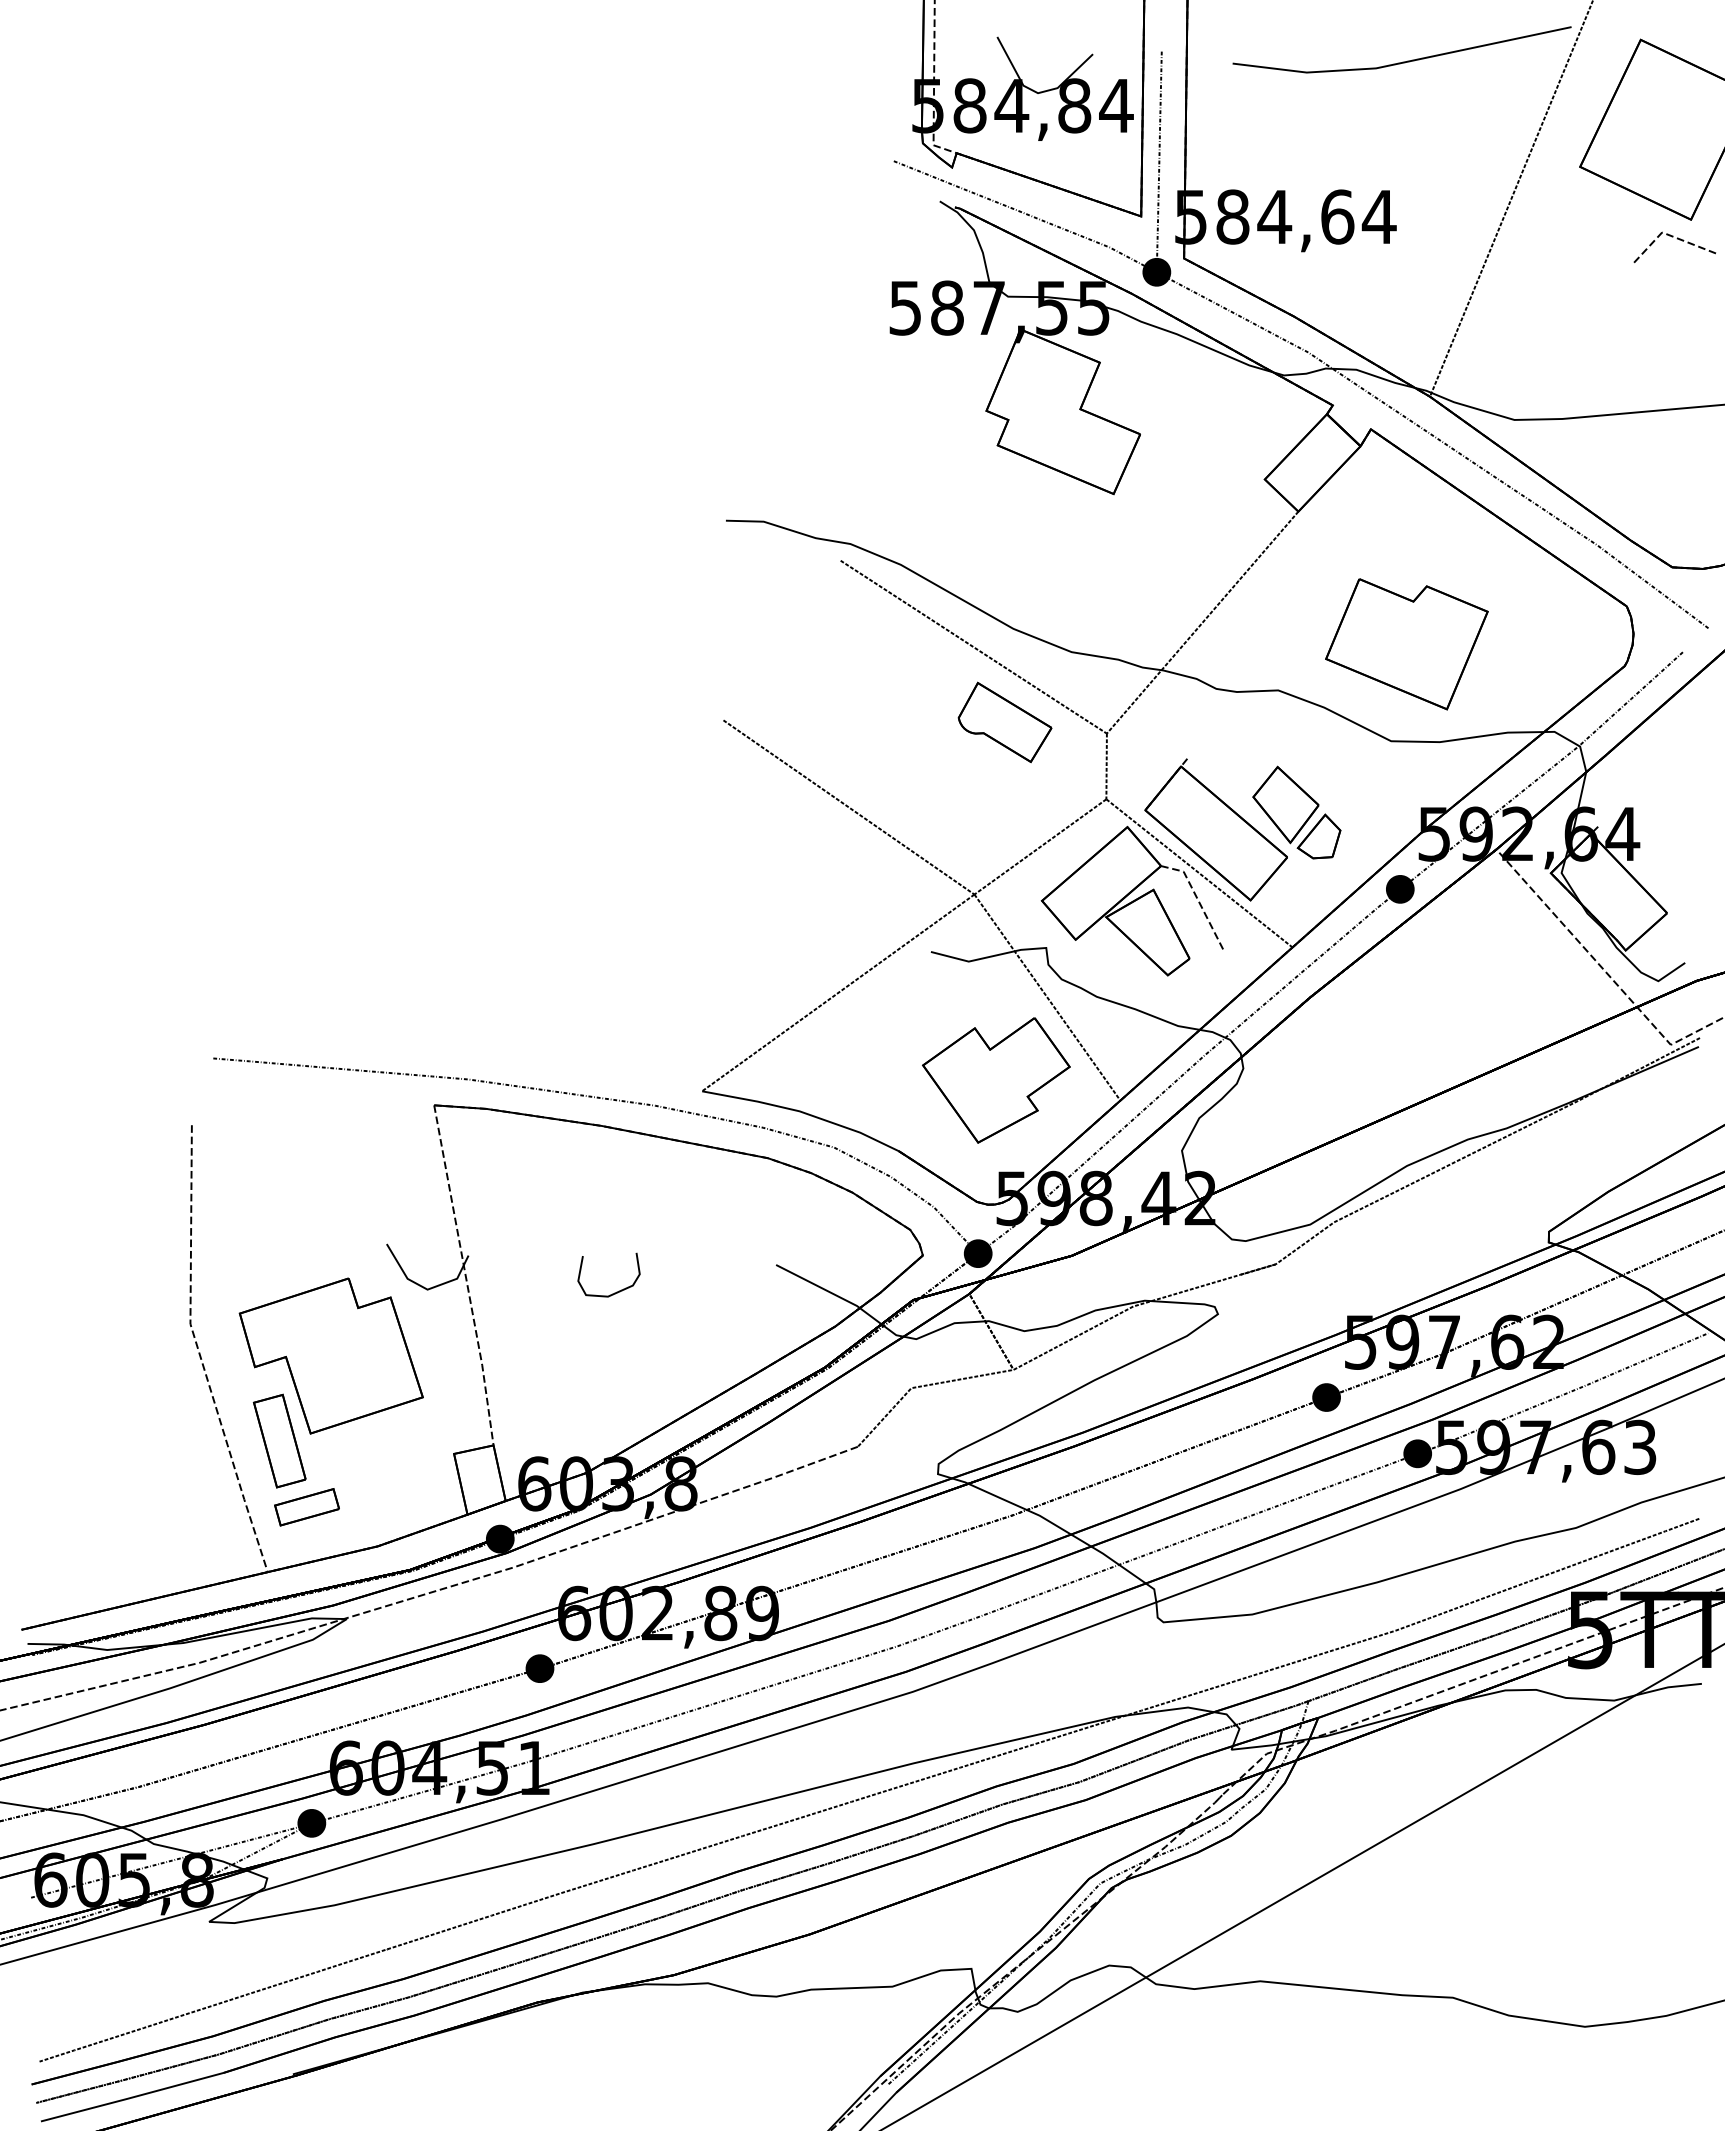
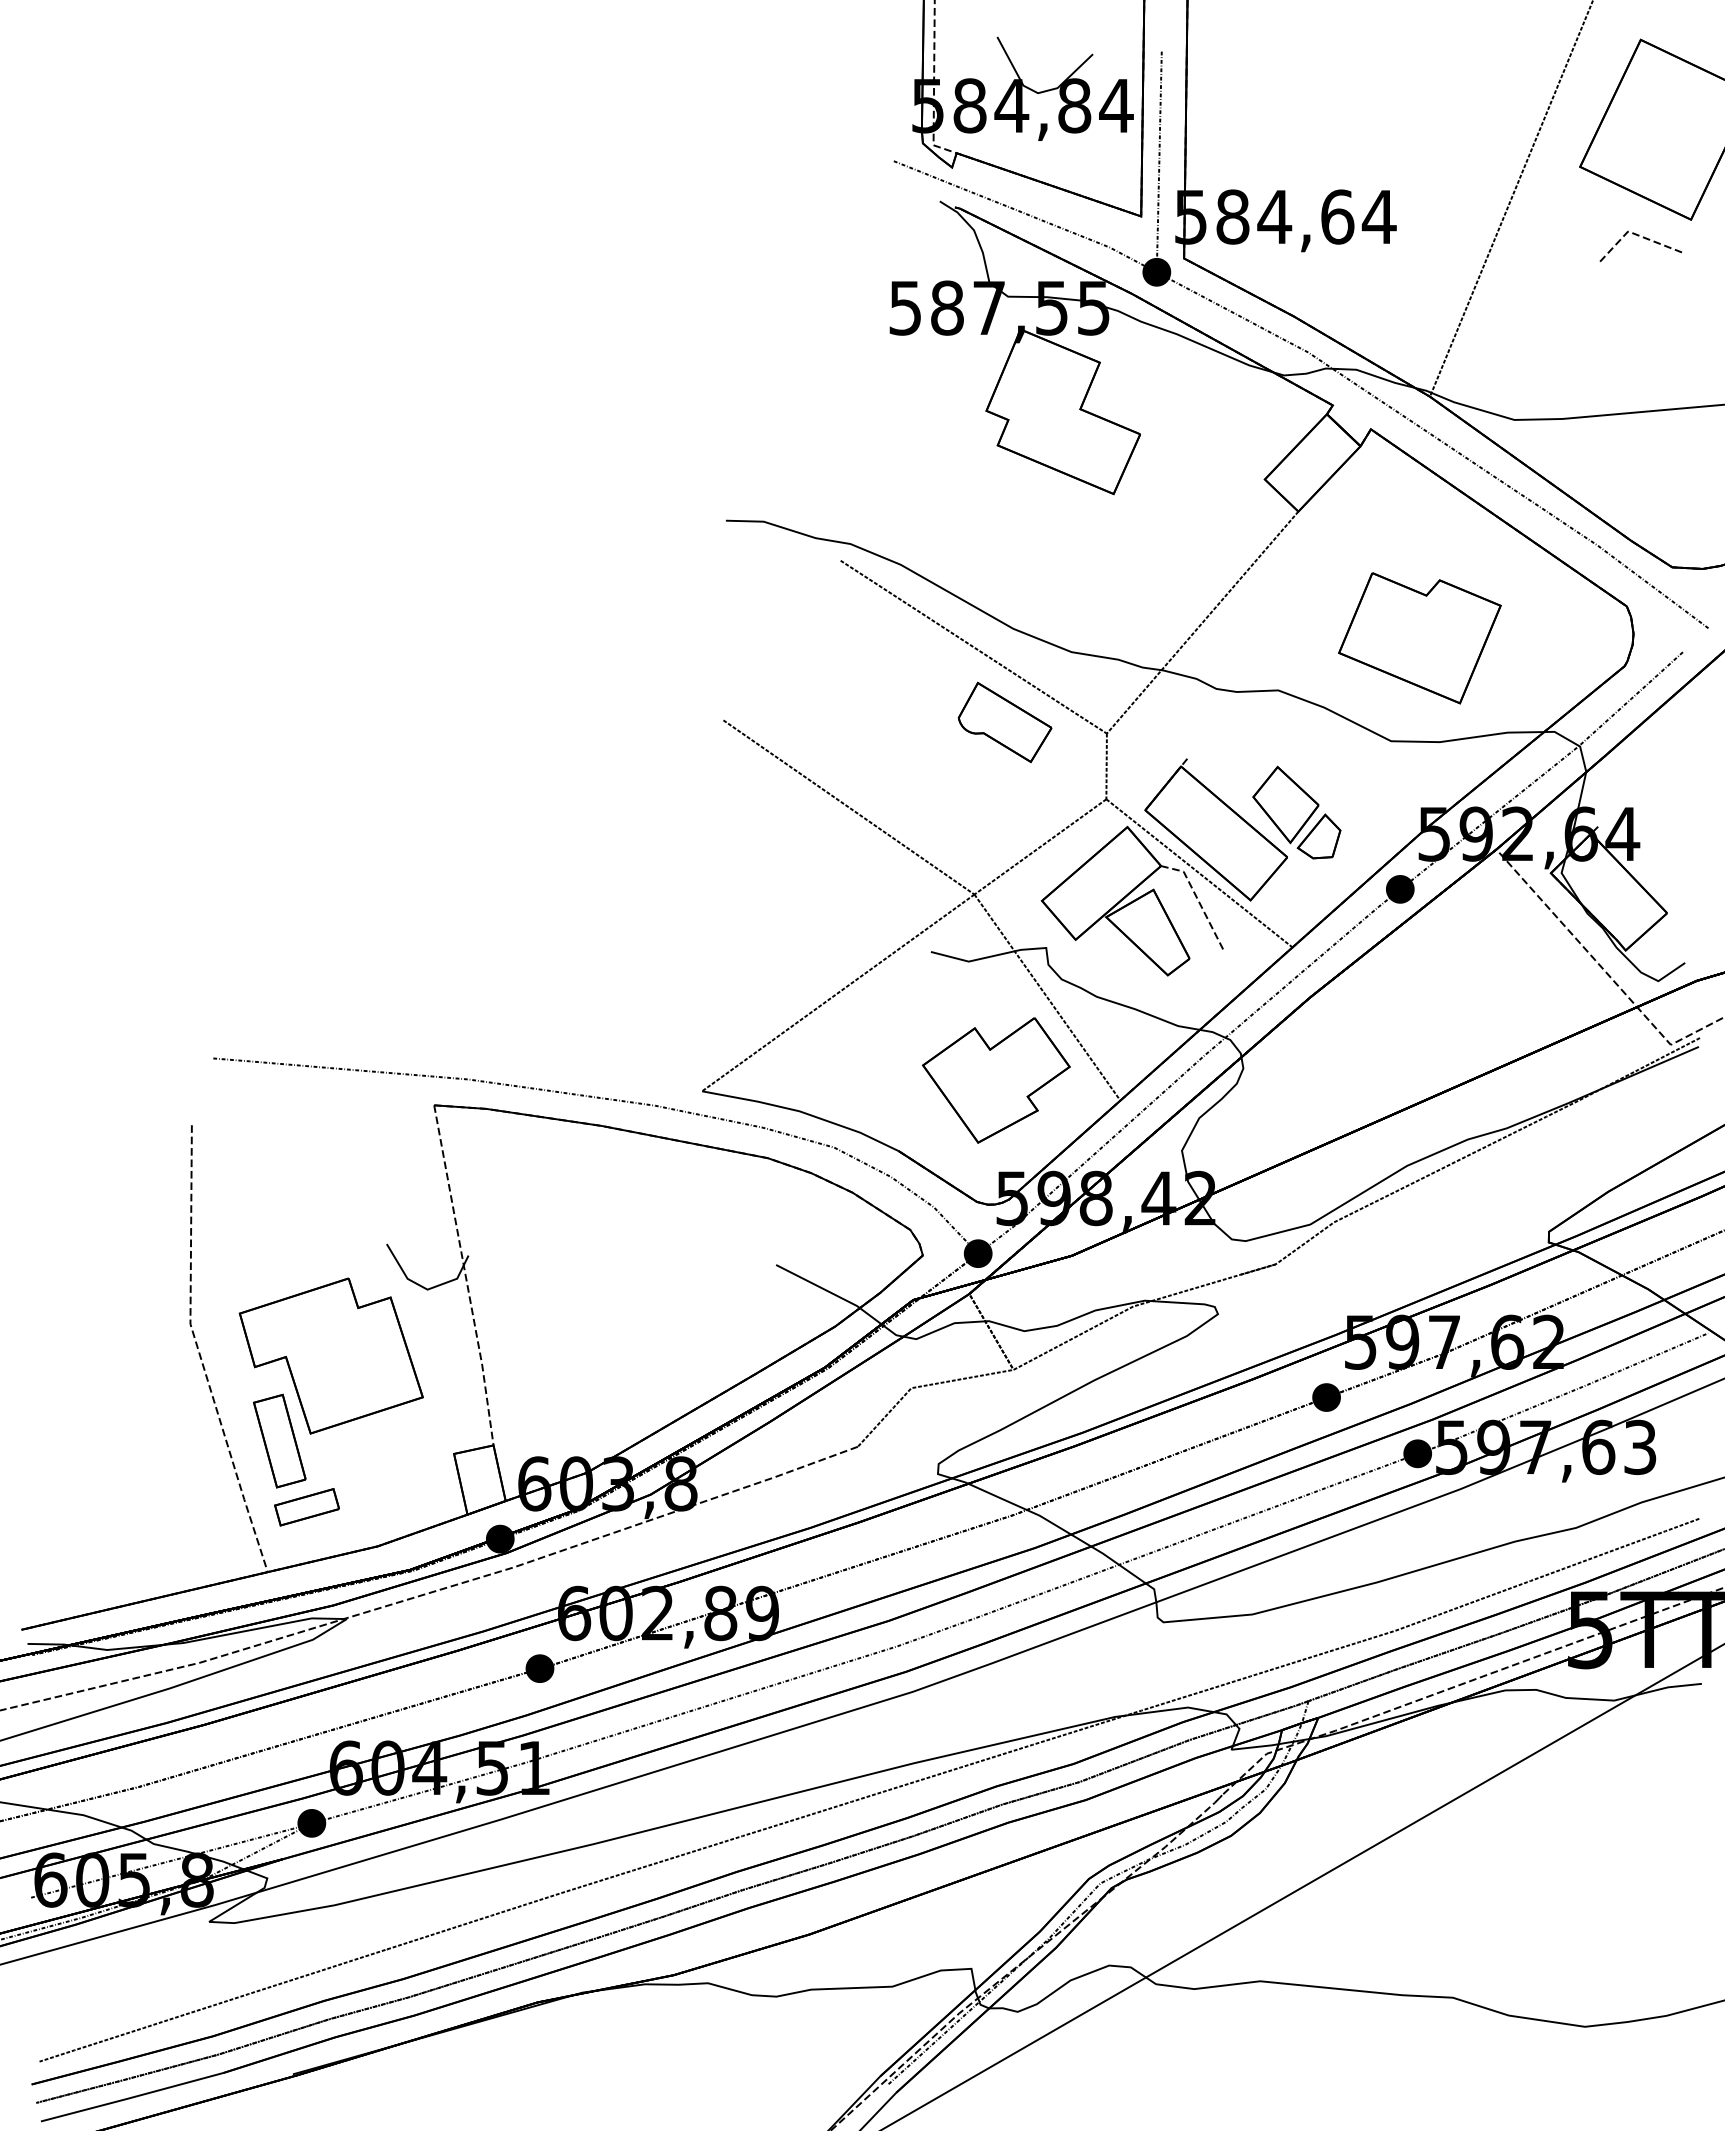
line at (1402, 61): present -> none
line at (1677, 239) position: (1677, 239) -> (1643, 238)
part at (1406, 644) position: (1406, 644) -> (1419, 638)
curve at (616, 1291): present -> none
